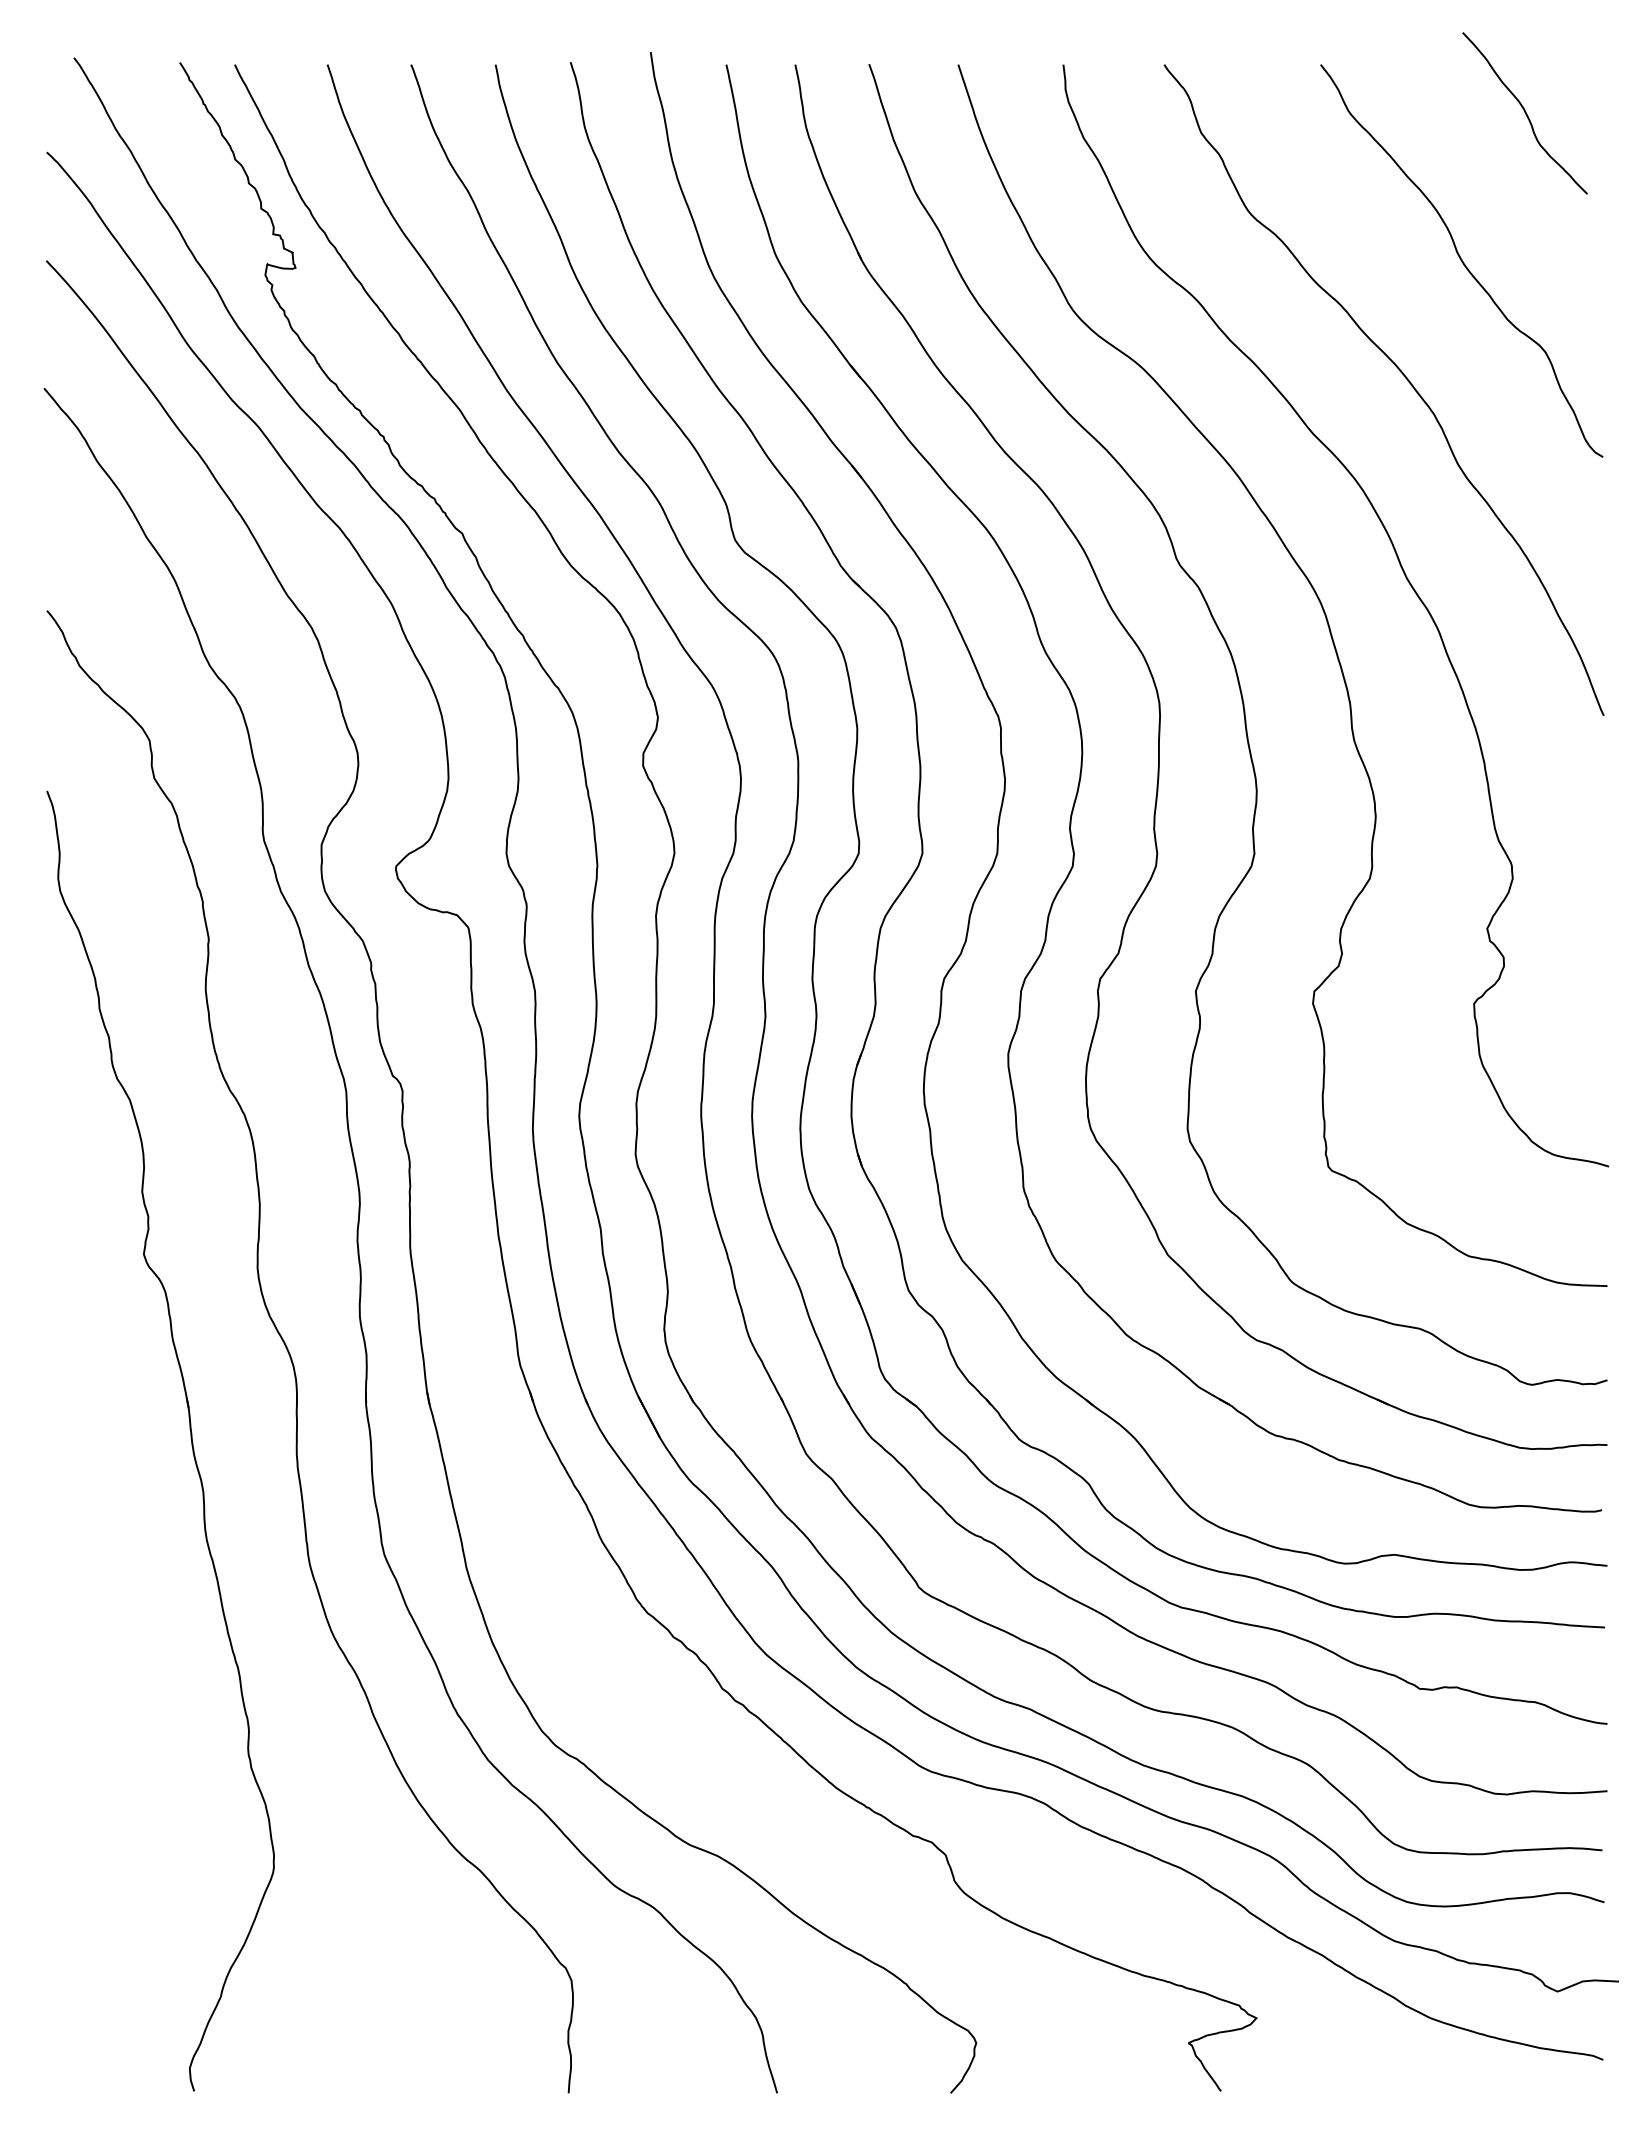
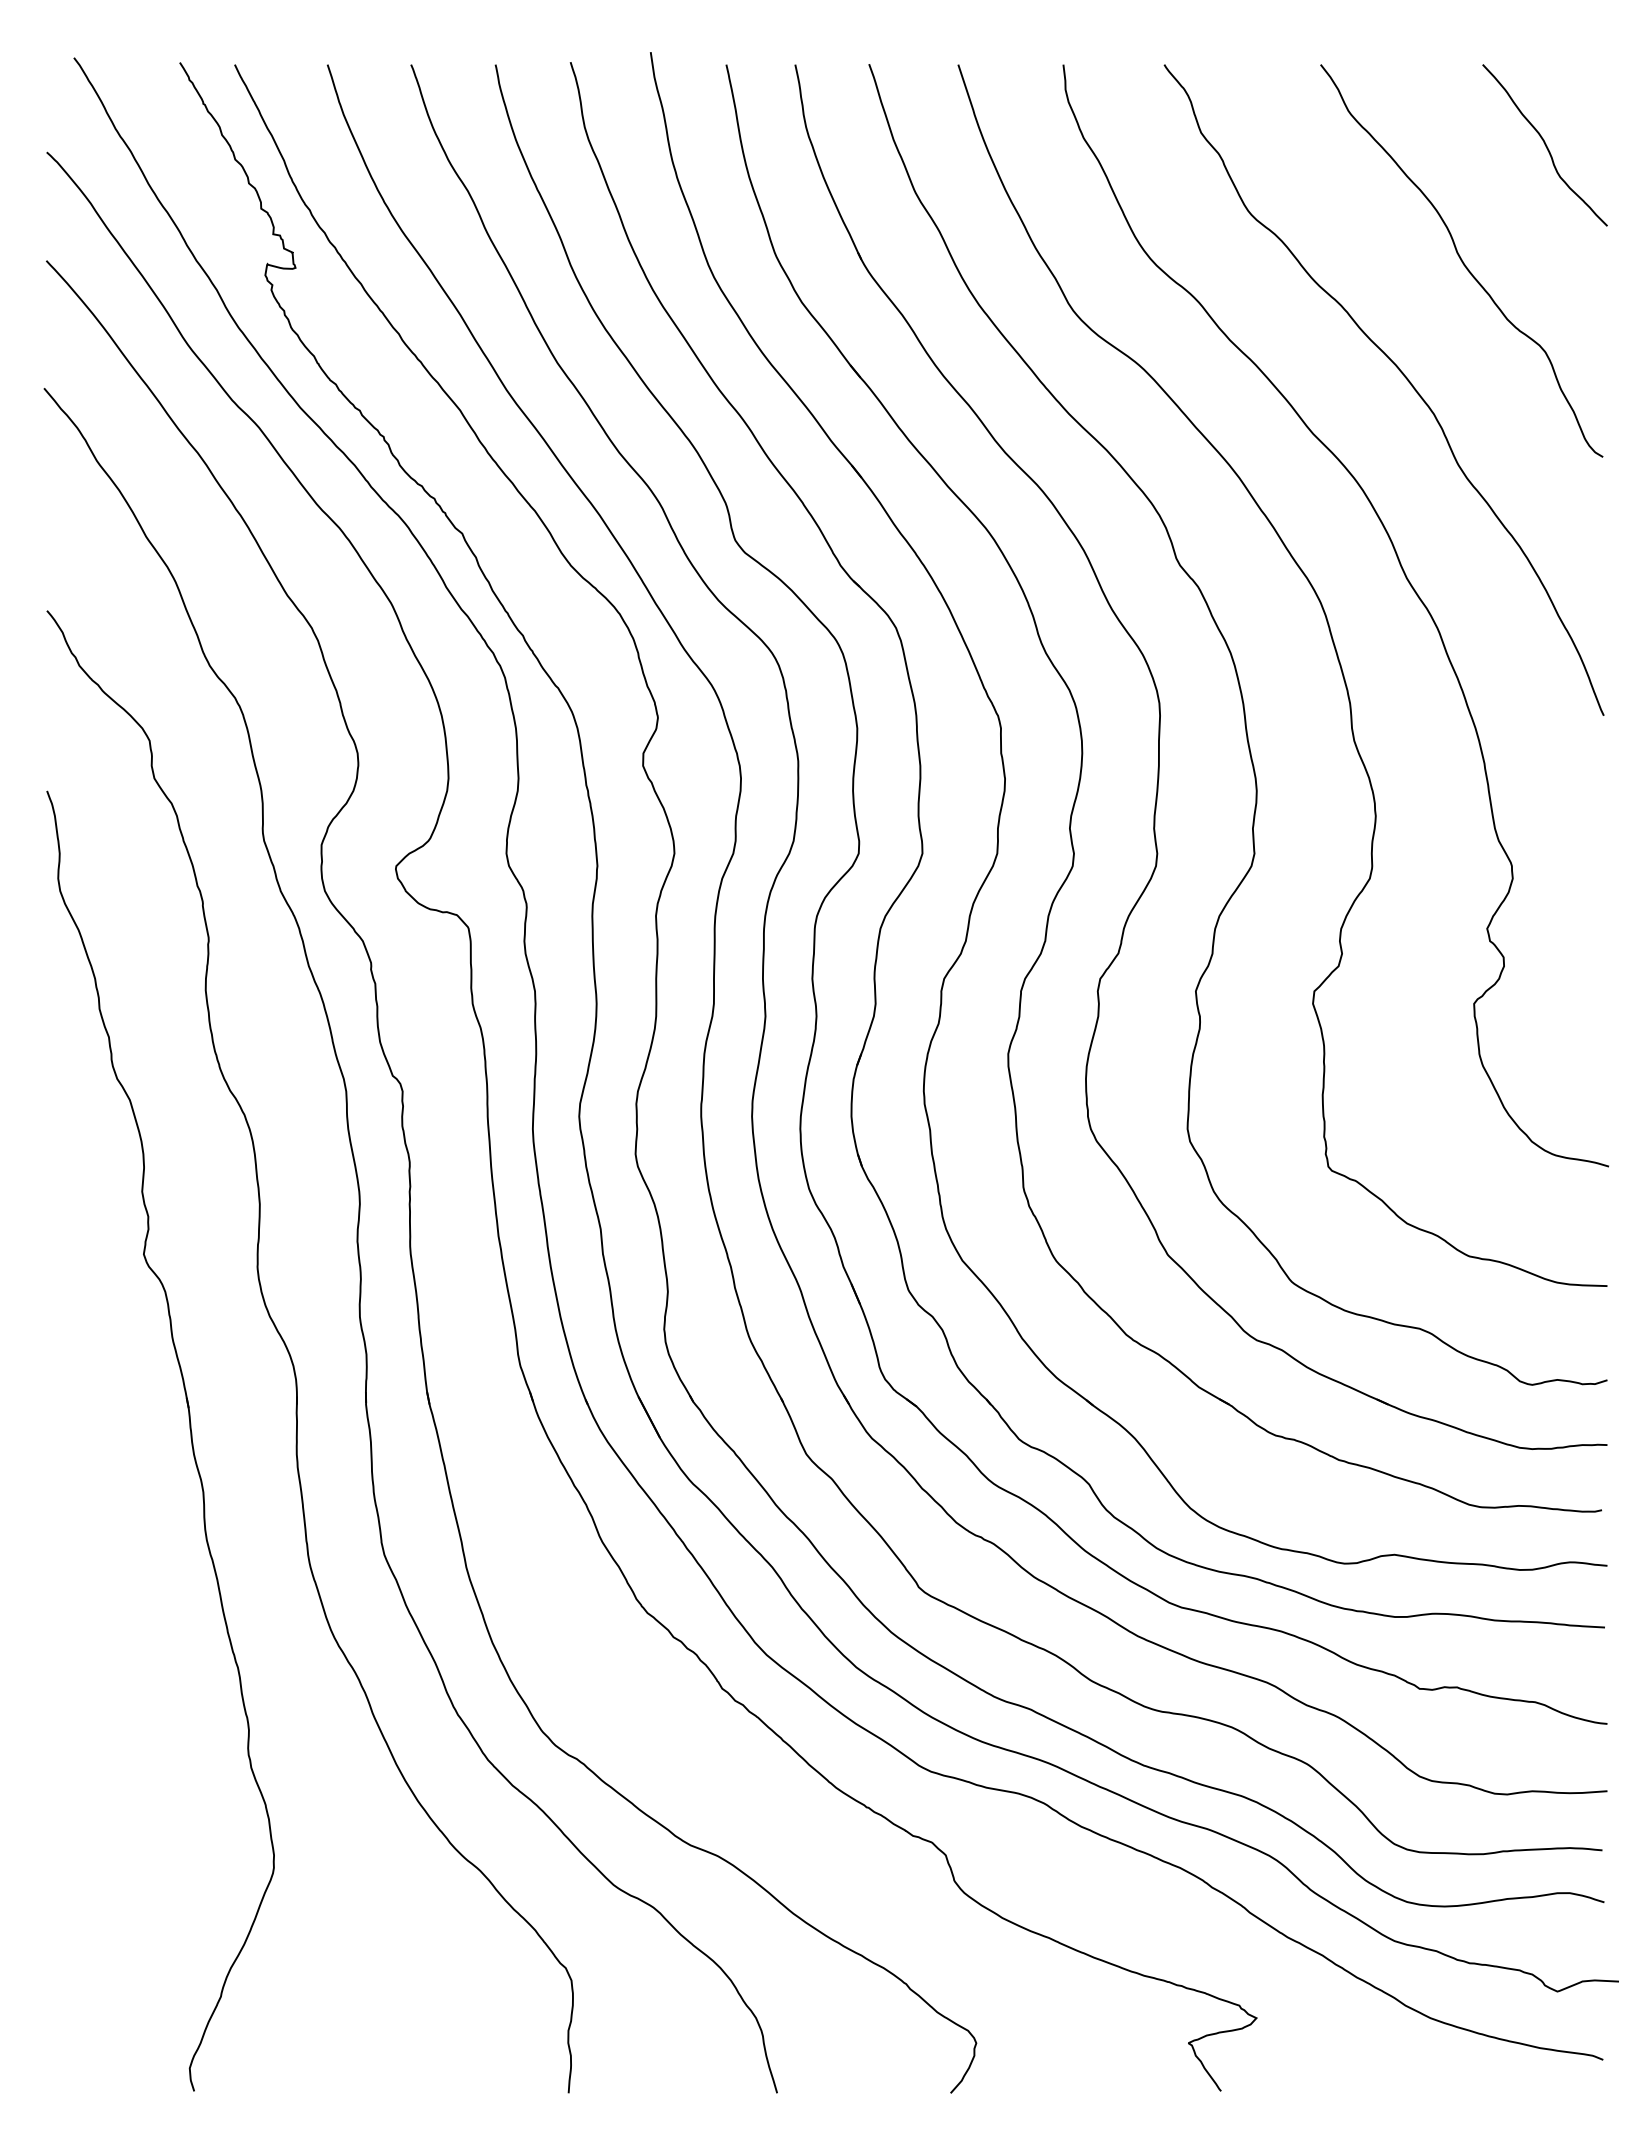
curve at (1524, 112) position: (1524, 112) -> (1544, 144)
